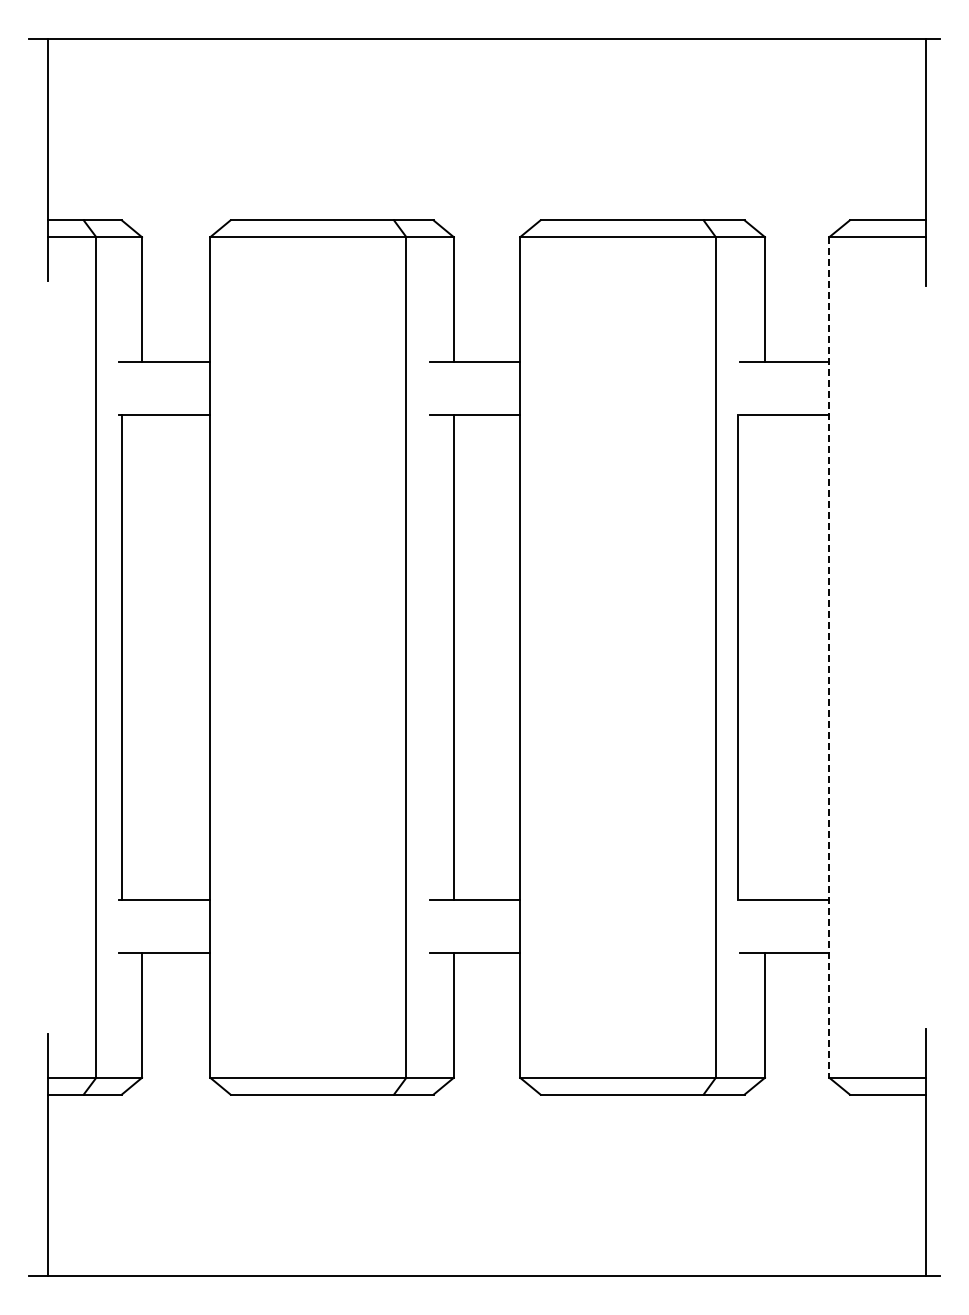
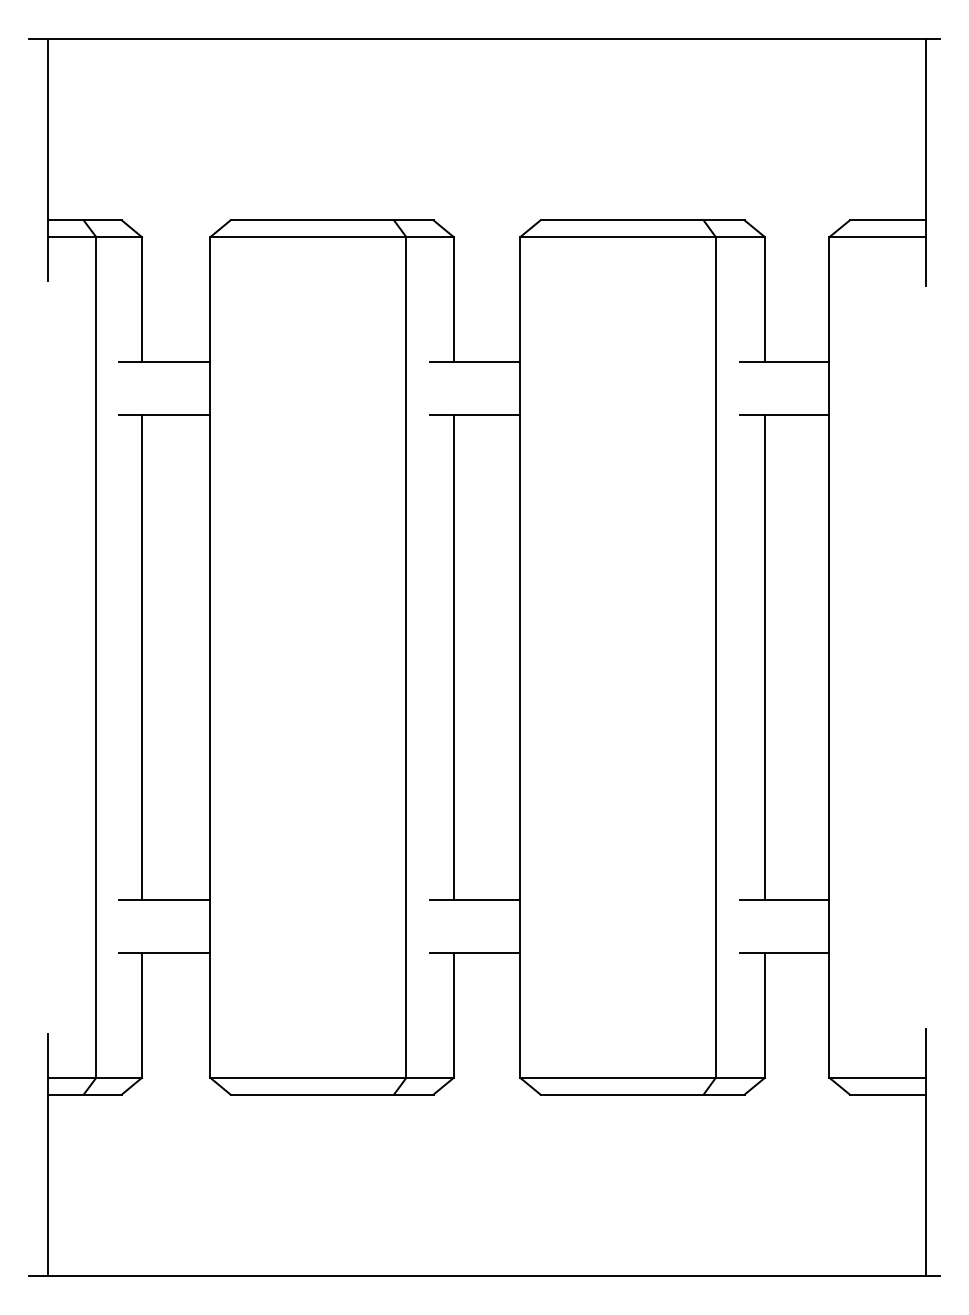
line at (122, 657) position: (122, 657) -> (142, 657)
line at (738, 657) position: (738, 657) -> (765, 657)
line at (829, 657): dashed -> solid
